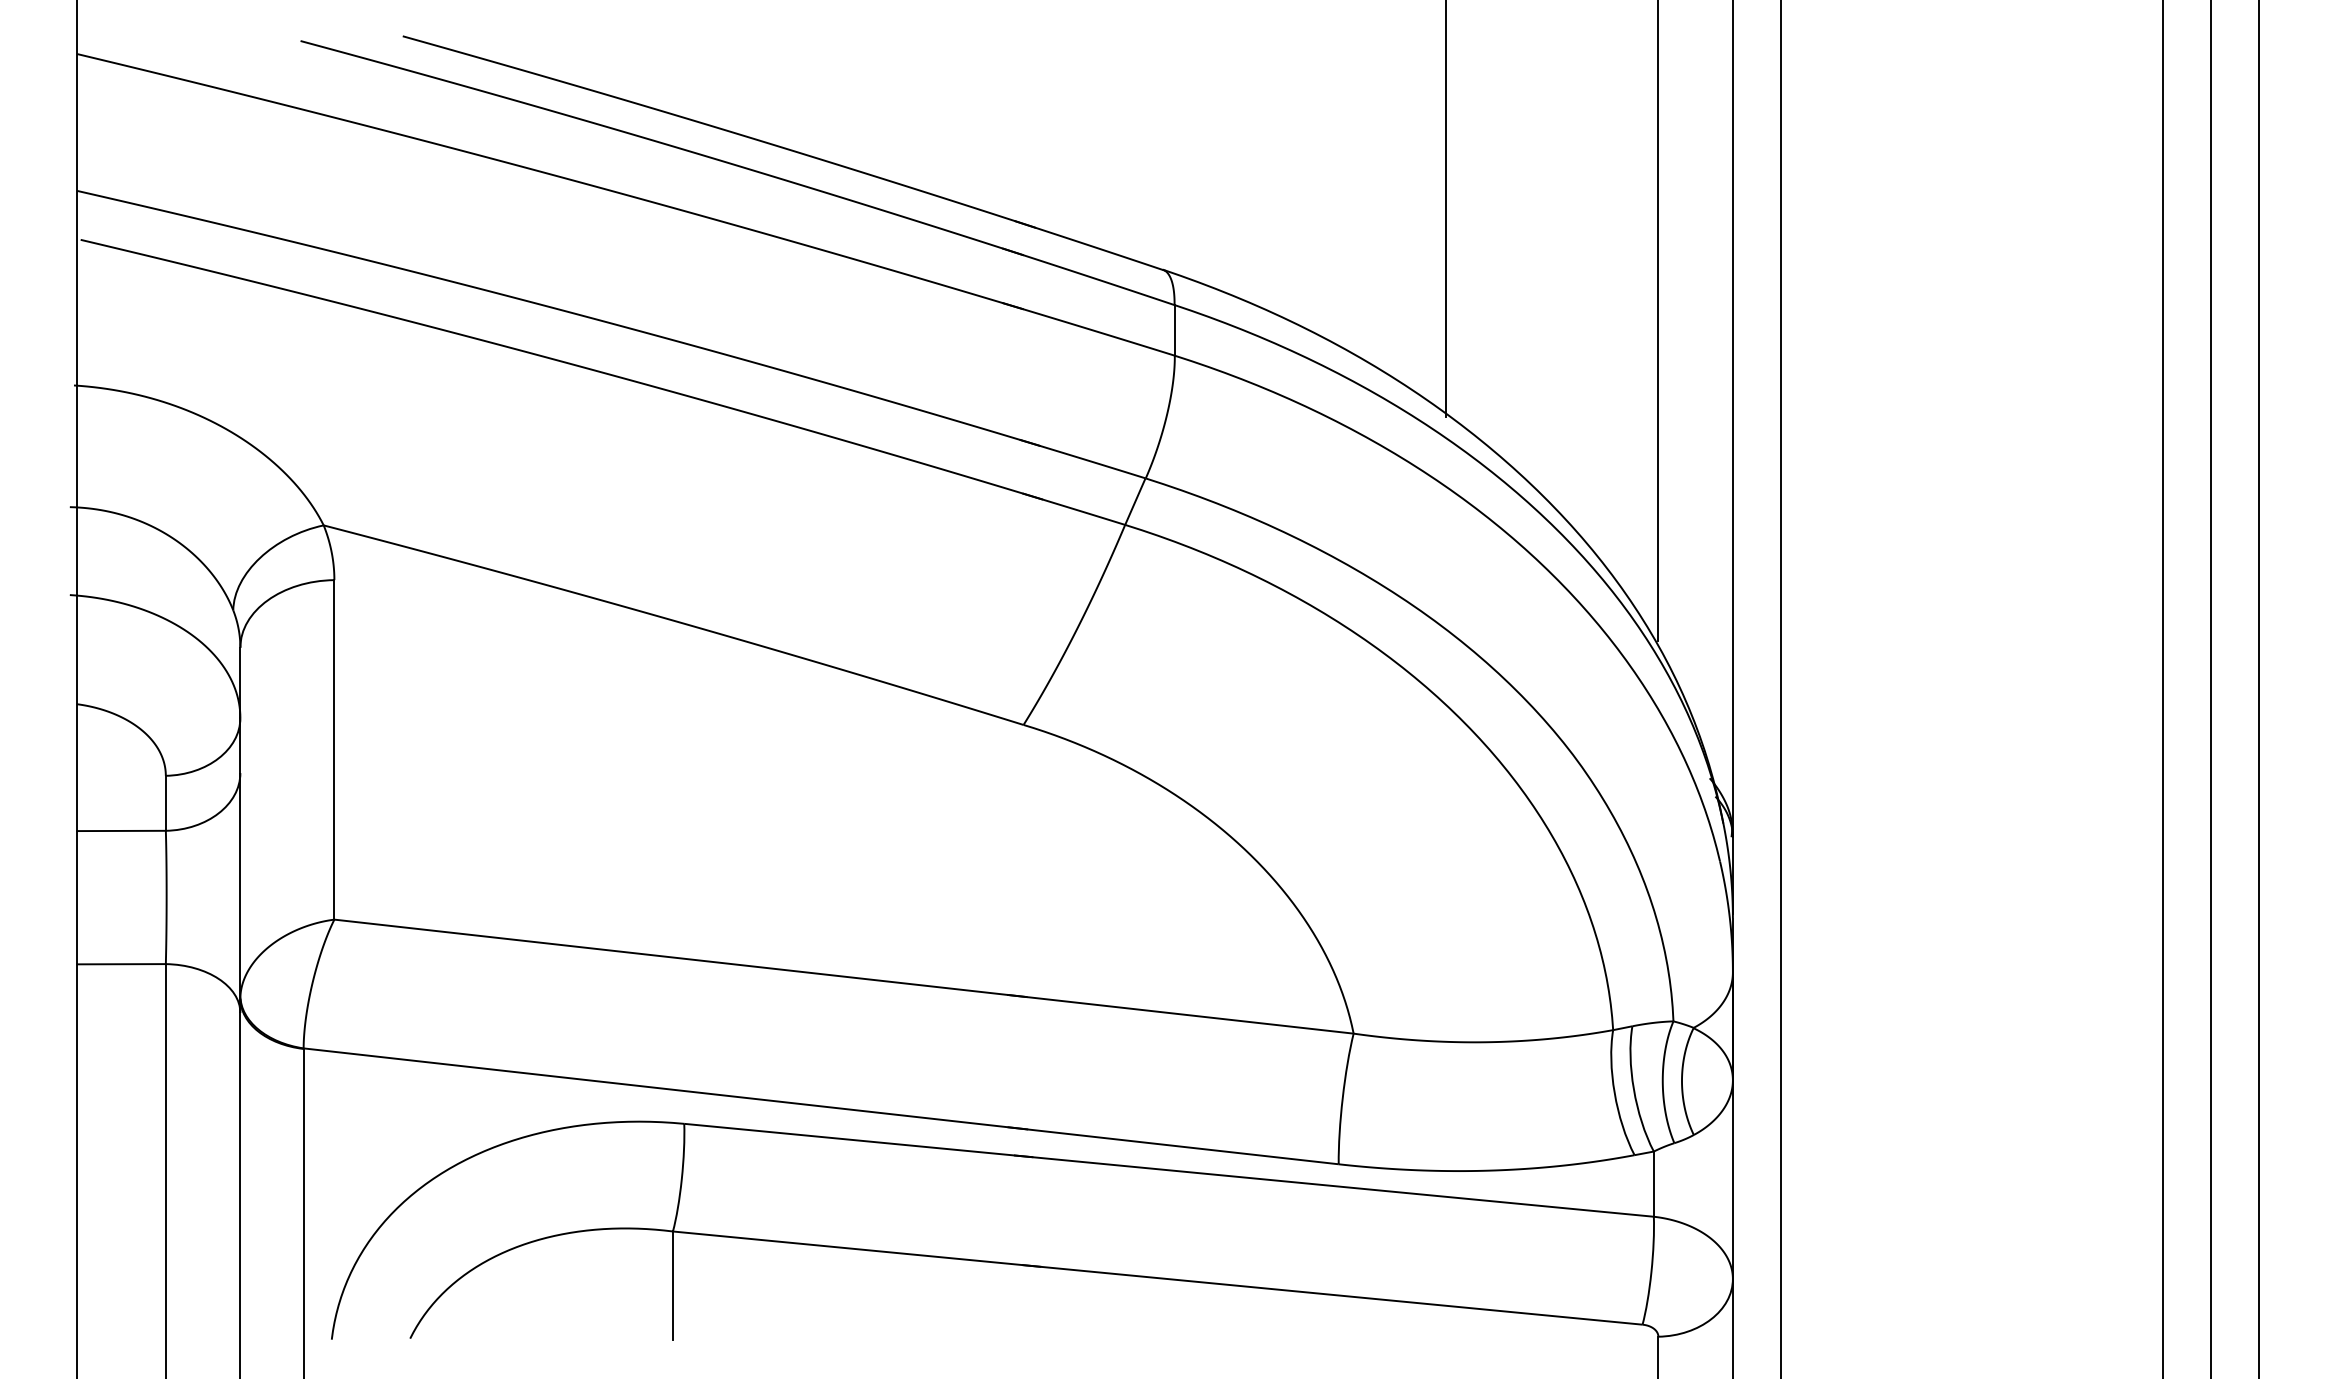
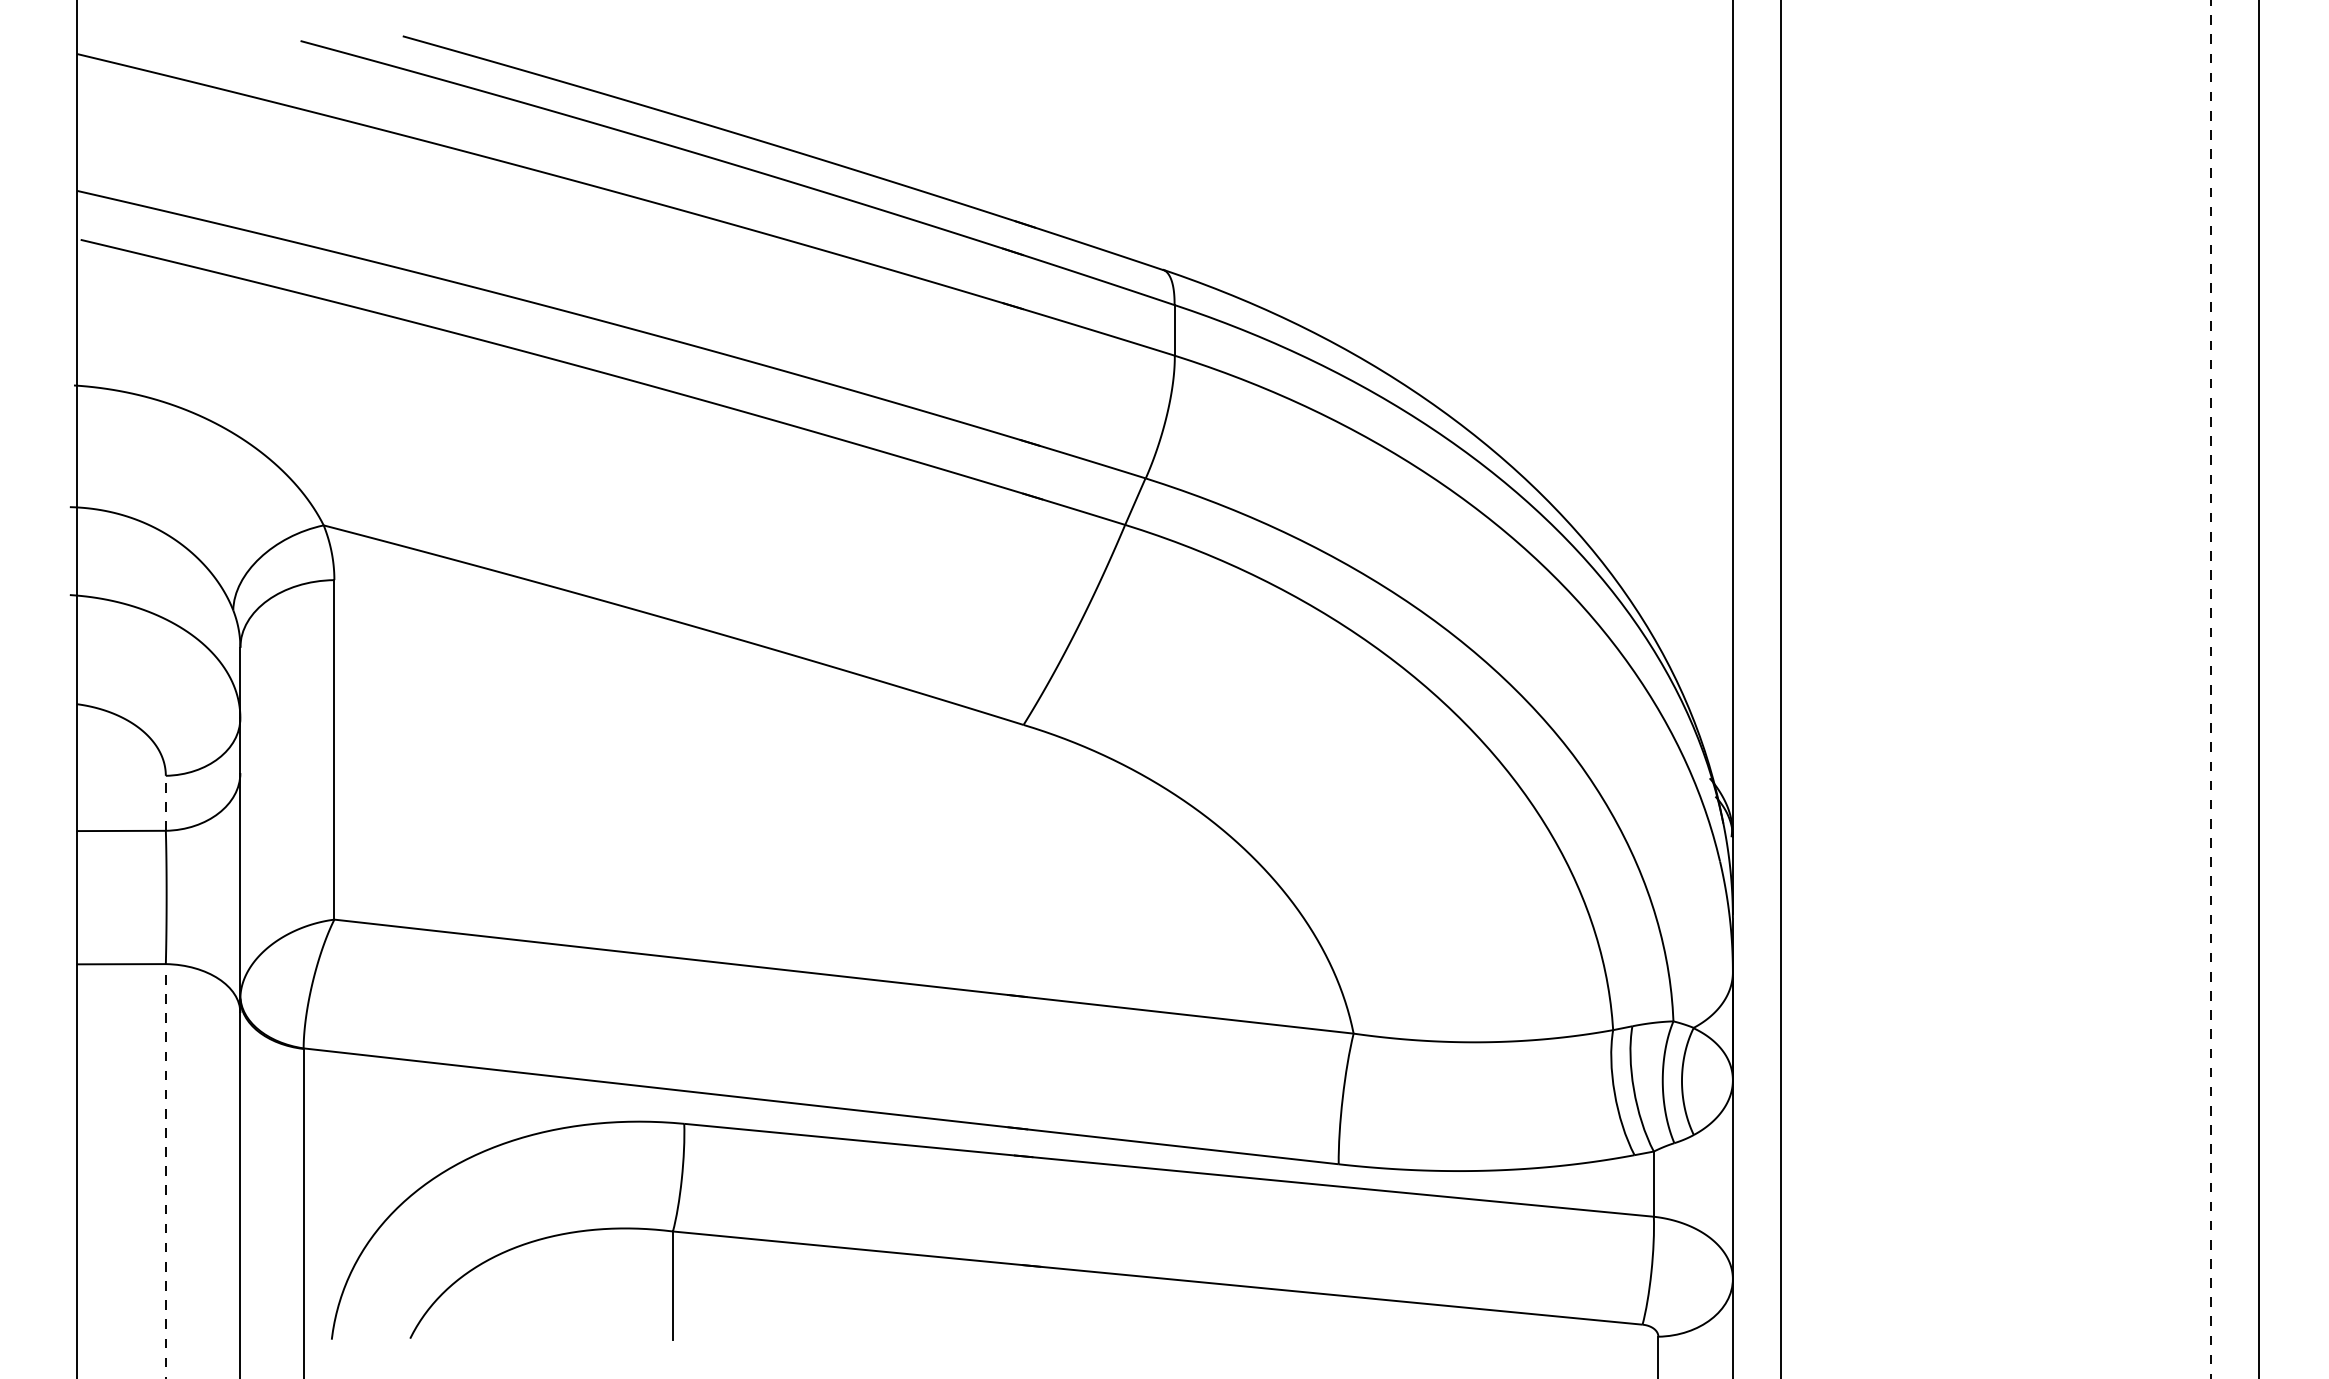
line at (1445, 209): present -> none
line at (1658, 321): present -> none
line at (2163, 688): present -> none
line at (2211, 689): solid -> dashed
line at (165, 802): solid -> dashed
line at (165, 1171): solid -> dashed
